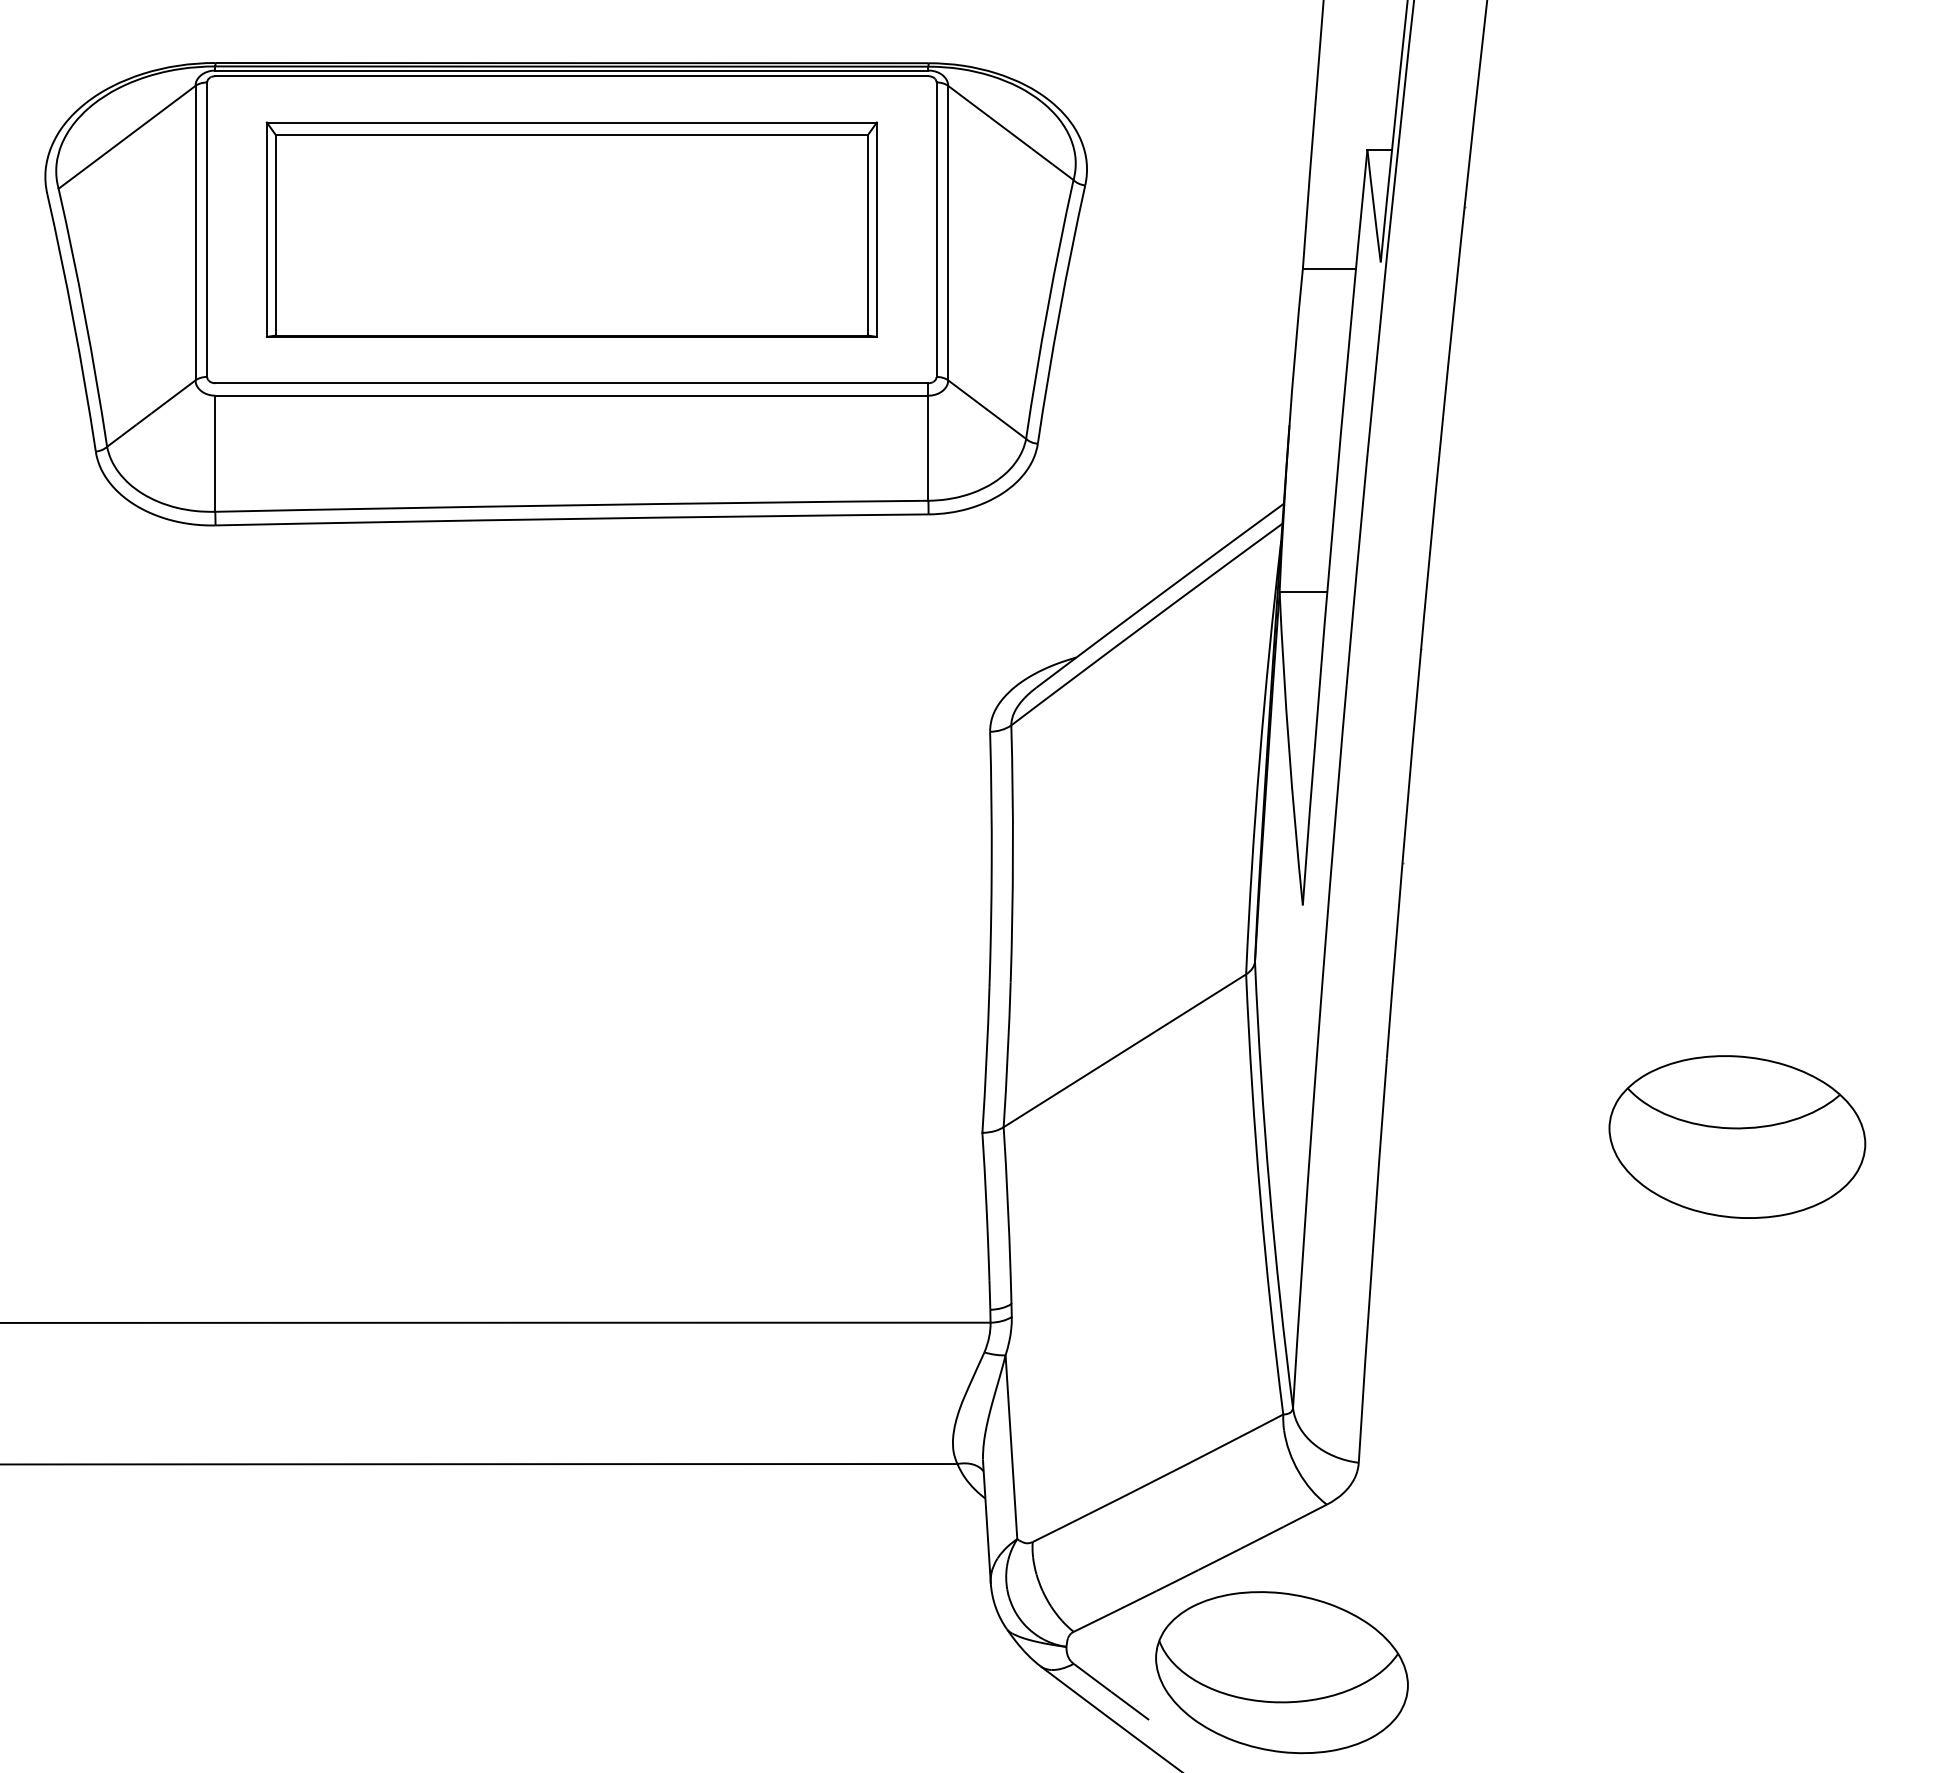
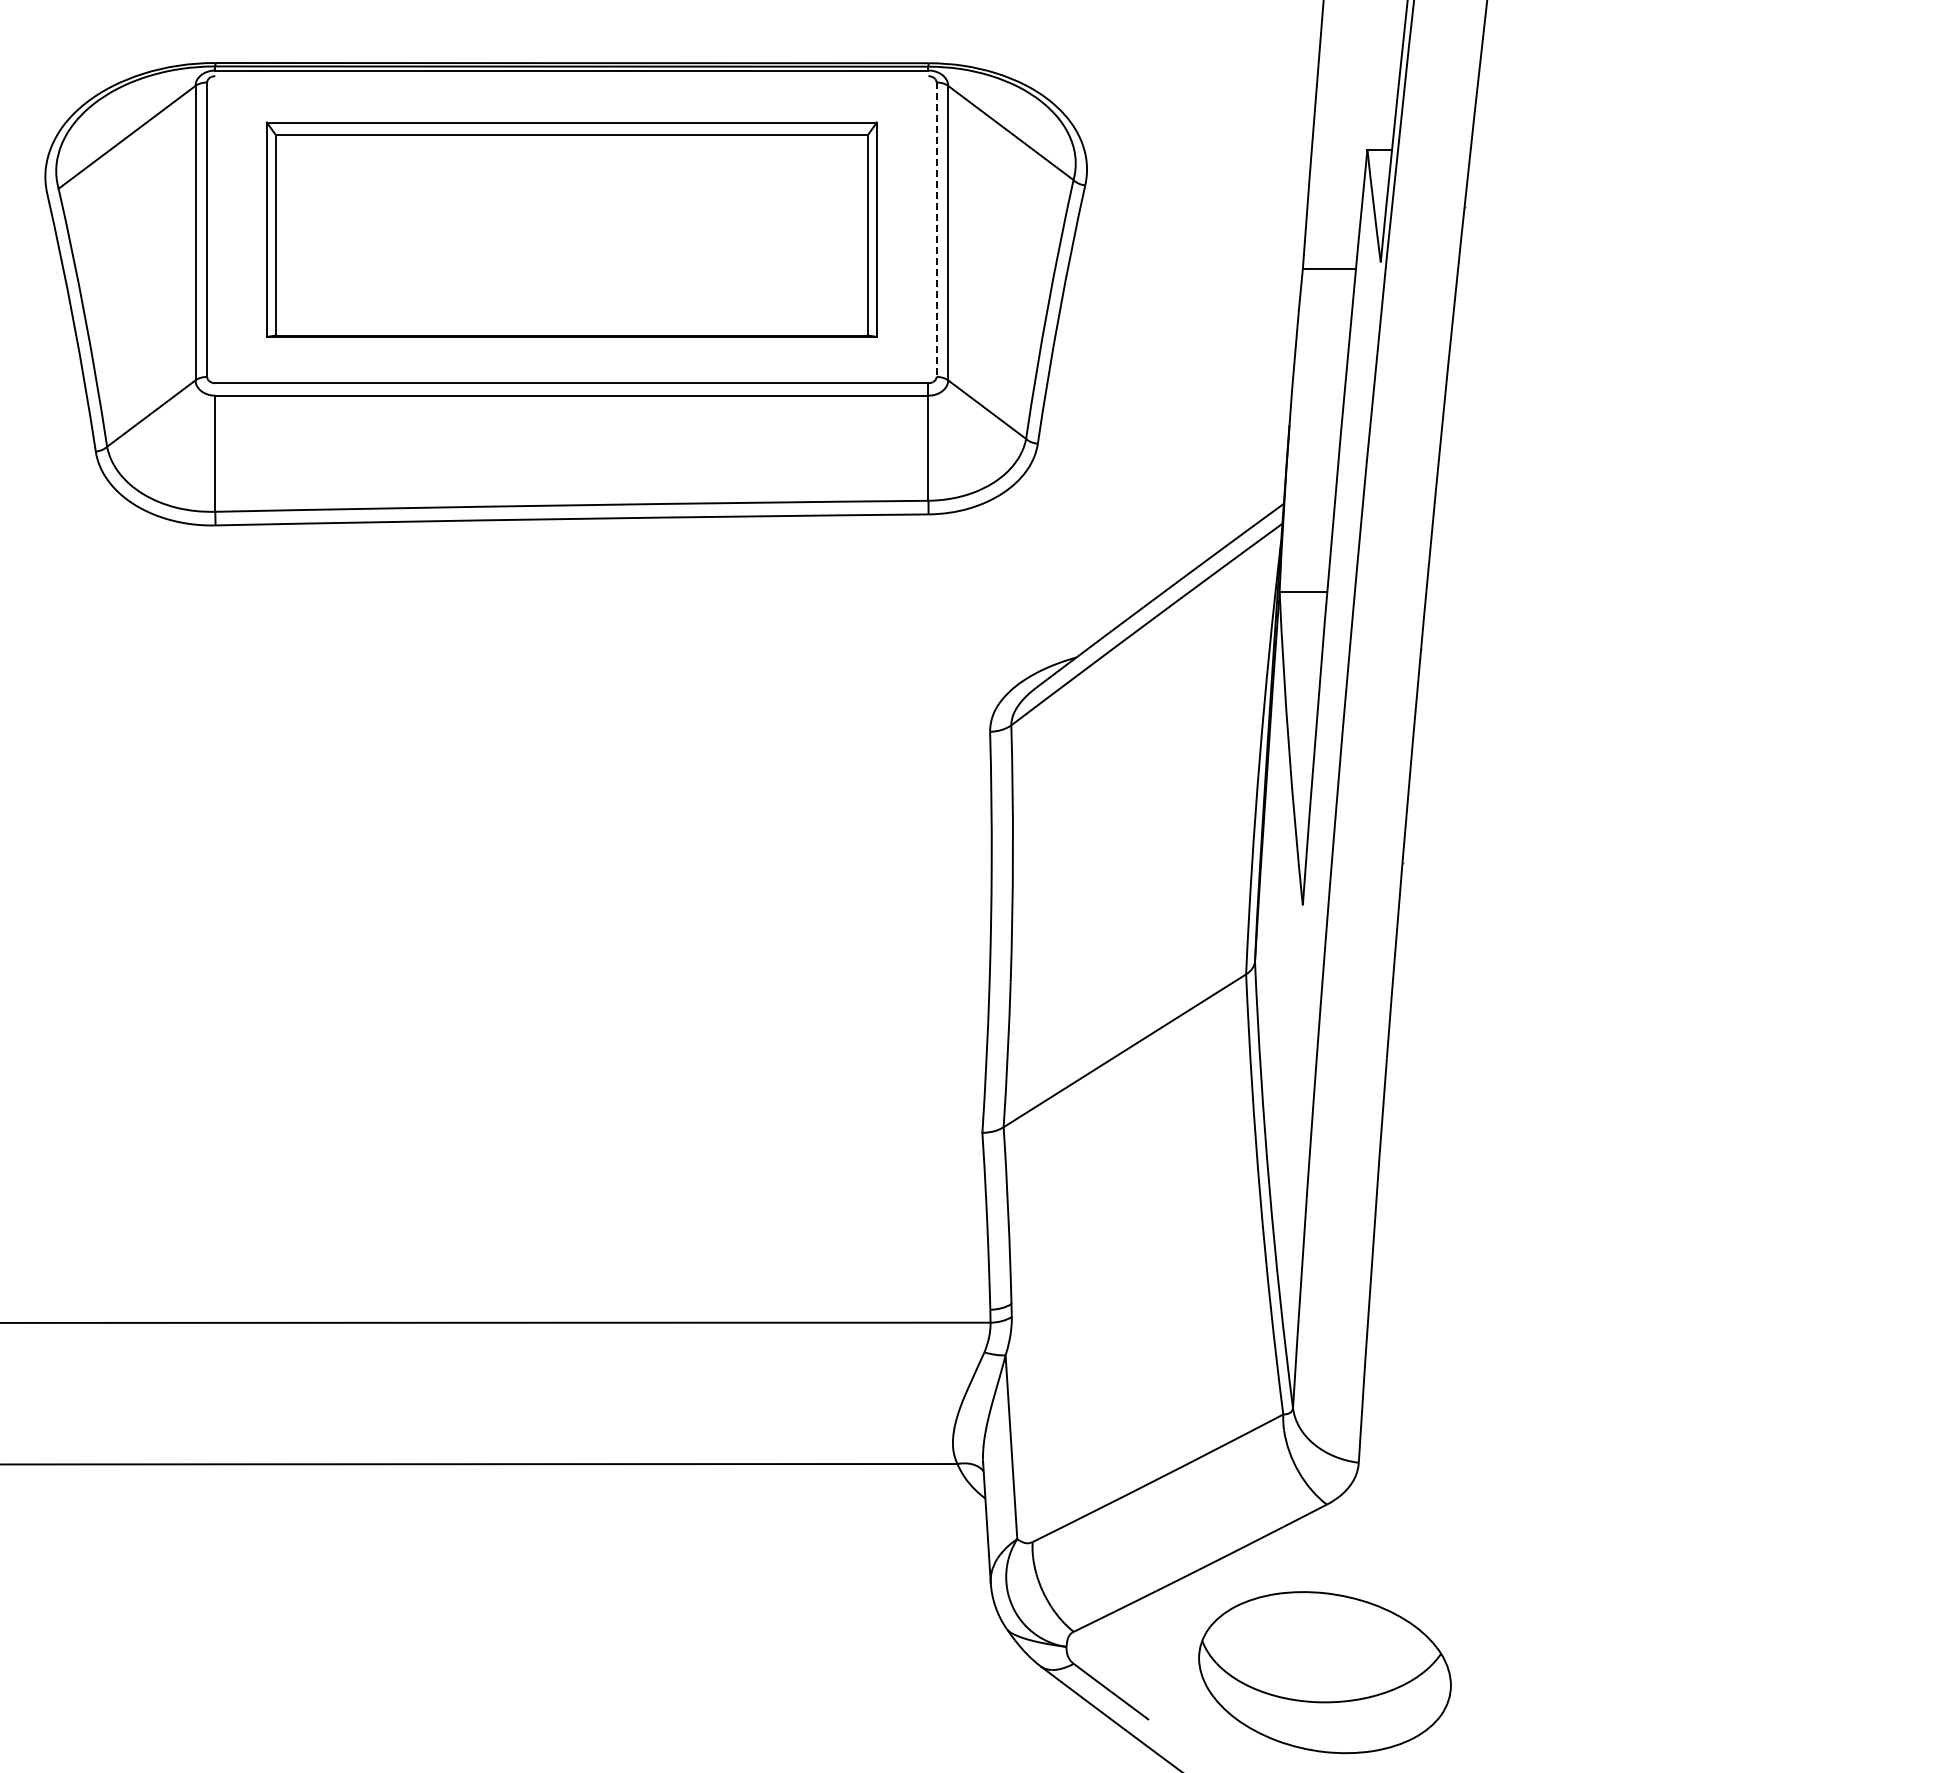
line at (571, 76): present -> none
line at (936, 230): solid -> dashed
part at (1737, 1136): present -> none
part at (1281, 1672) position: (1281, 1672) -> (1324, 1672)
